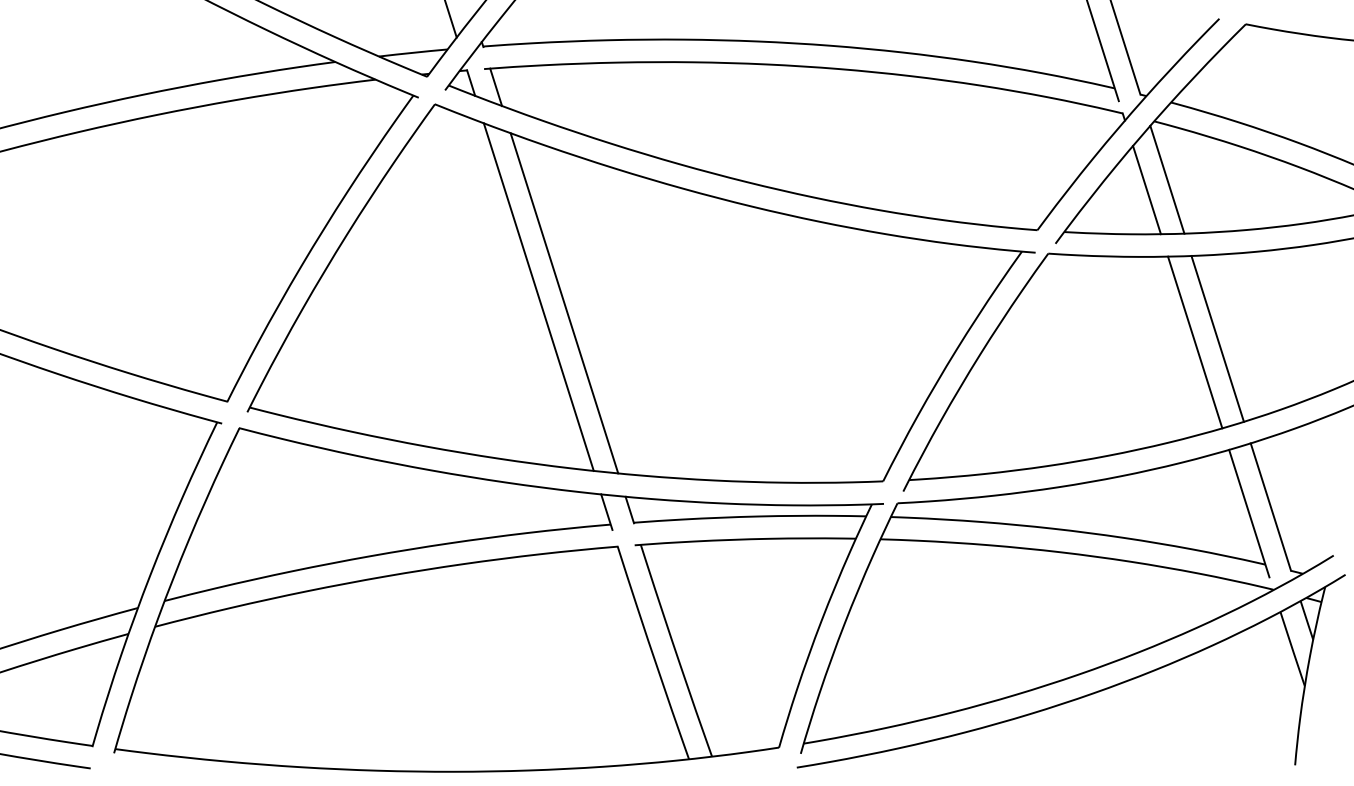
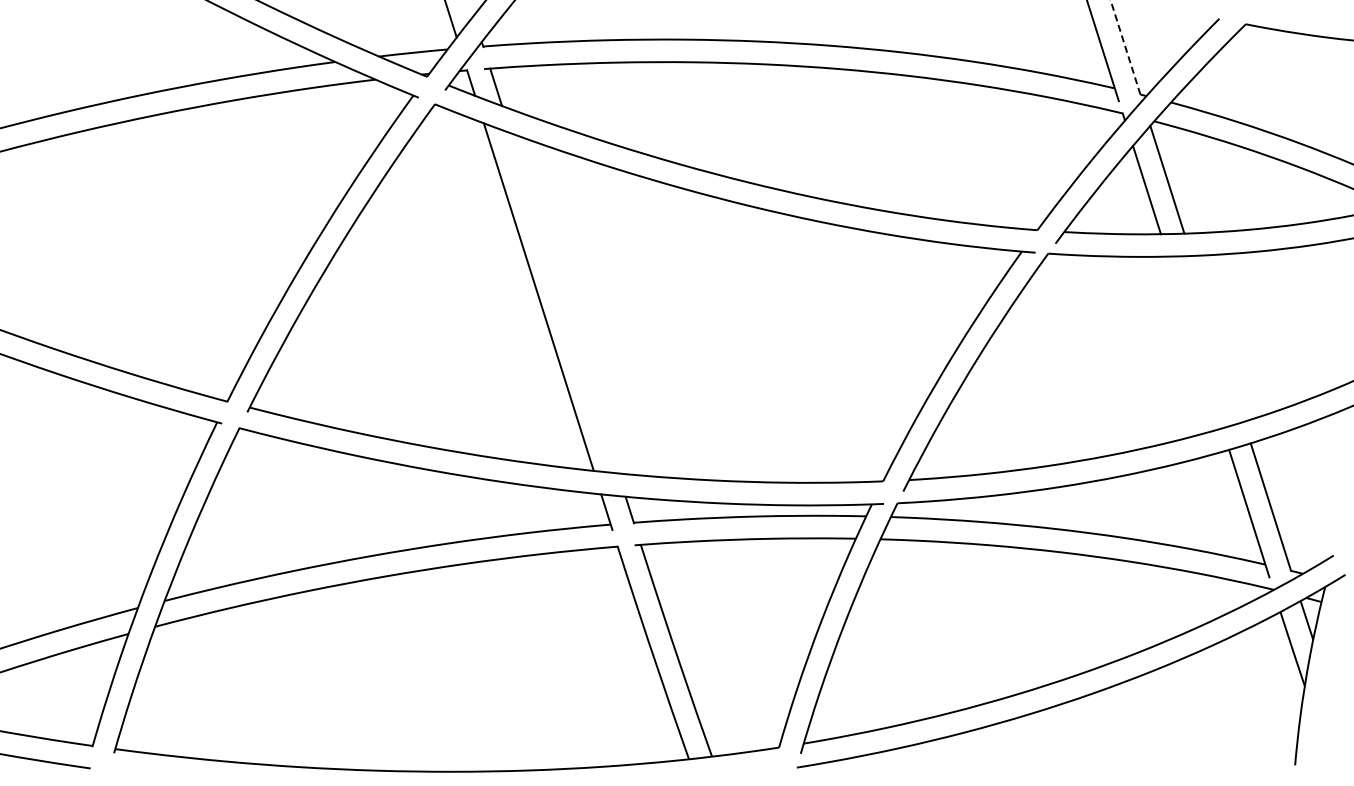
line at (1125, 47): solid -> dashed
line at (564, 303): present -> none
line at (1217, 338): present -> none
line at (1195, 342): present -> none
